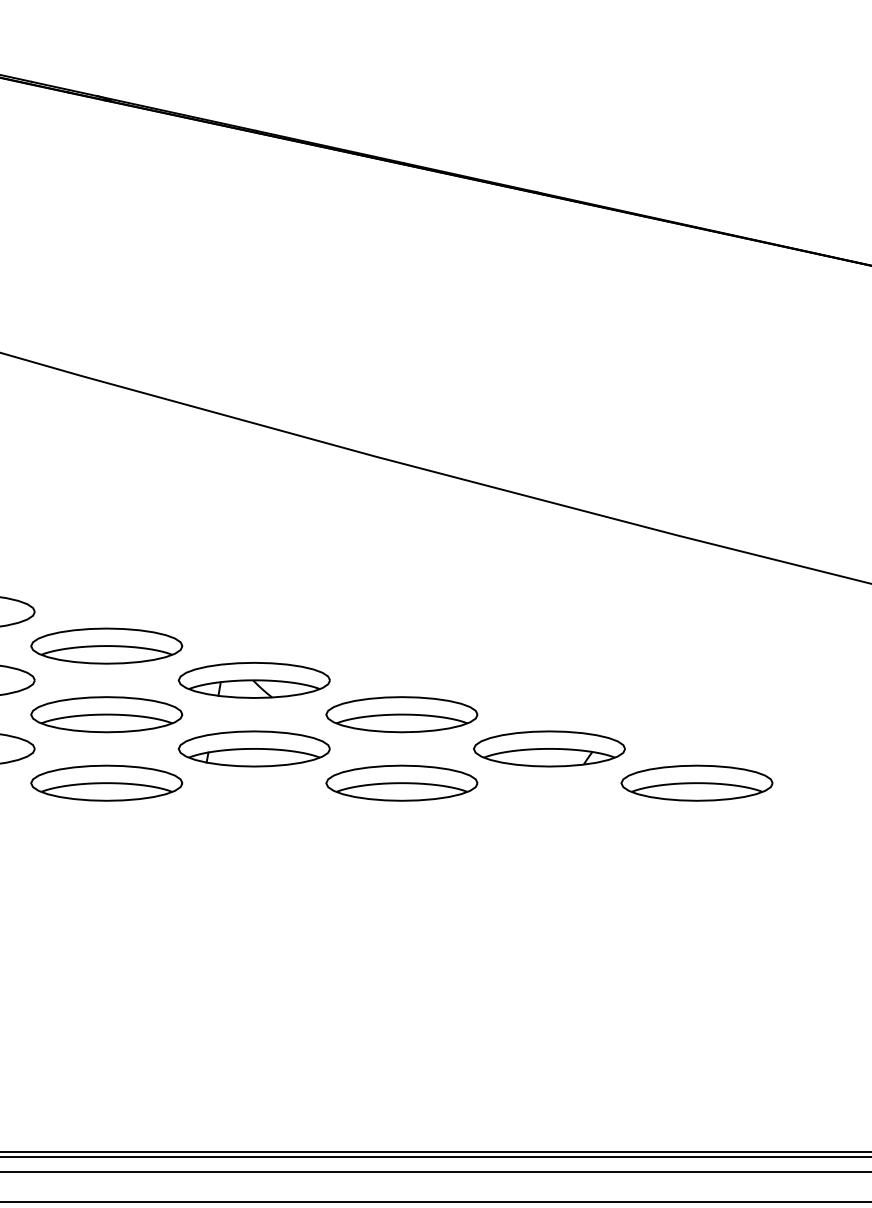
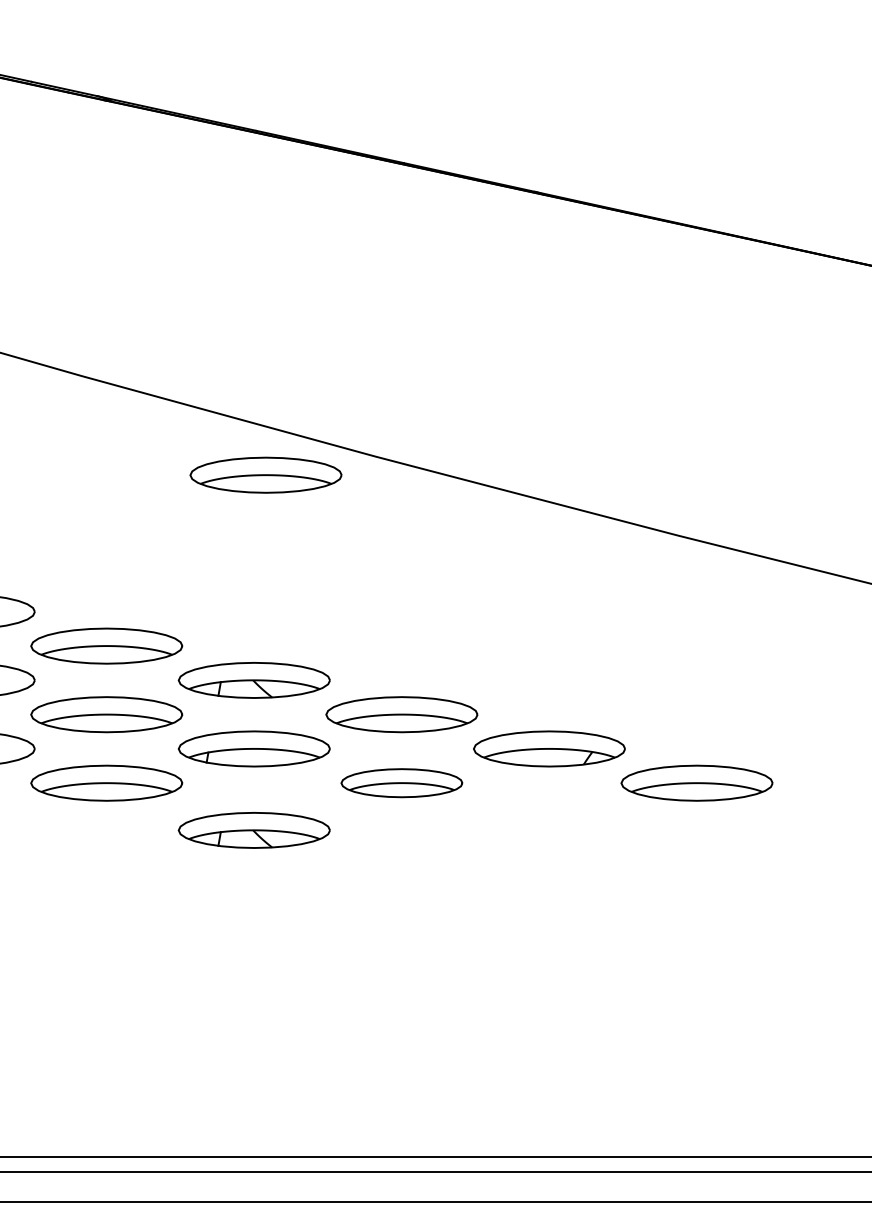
part at (265, 474): none -> present
part at (401, 782) size: 154x38 px -> 124x31 px
part at (253, 830): none -> present
line at (435, 1151): present -> none
